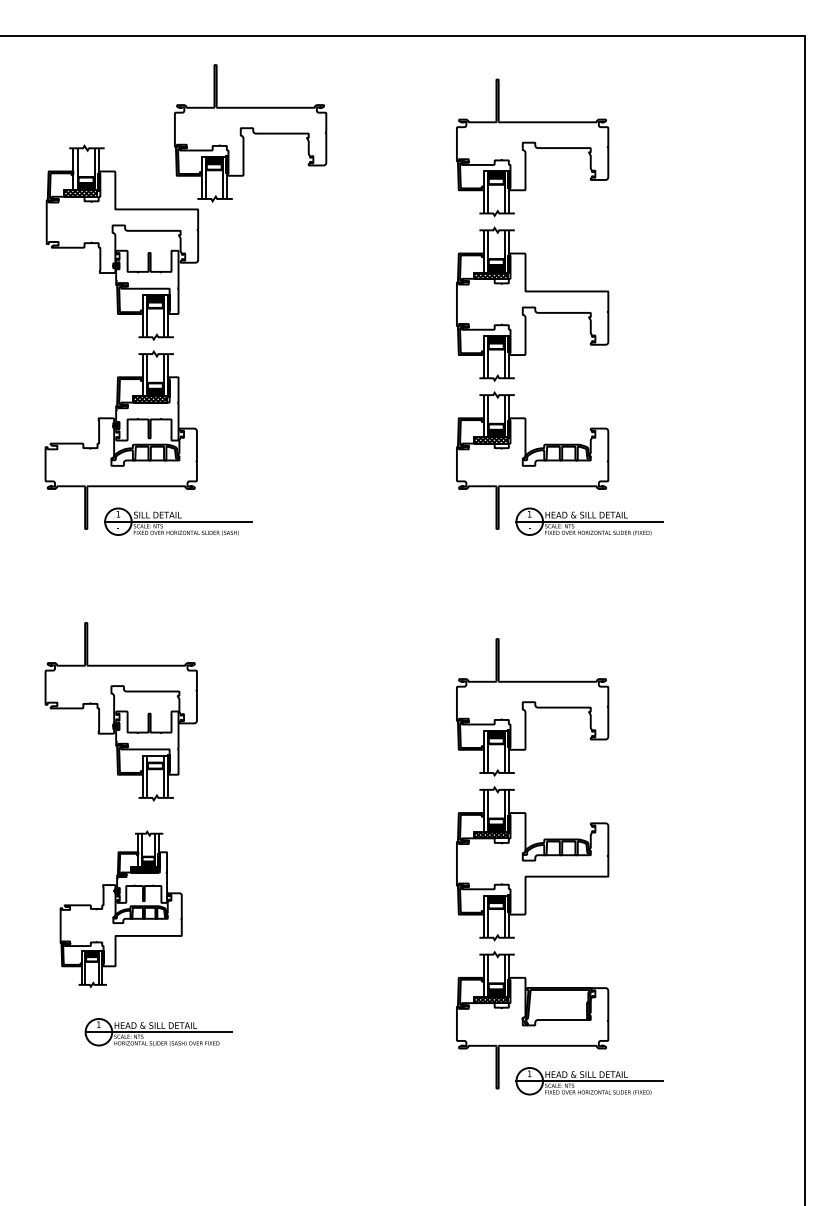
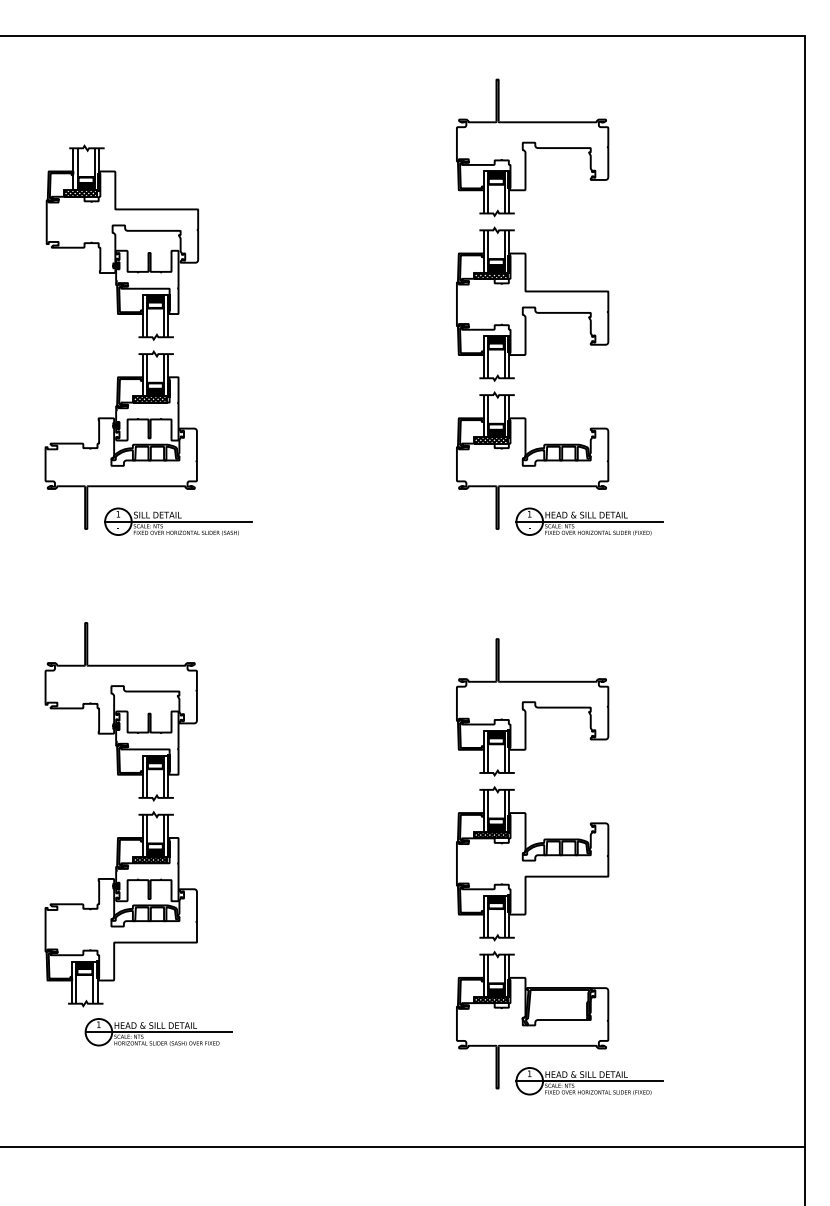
part at (250, 133): present -> none
fill at (154, 759): none -> present
part at (120, 909) size: 124x159 px -> 154x197 px
line at (403, 1147): none -> present
